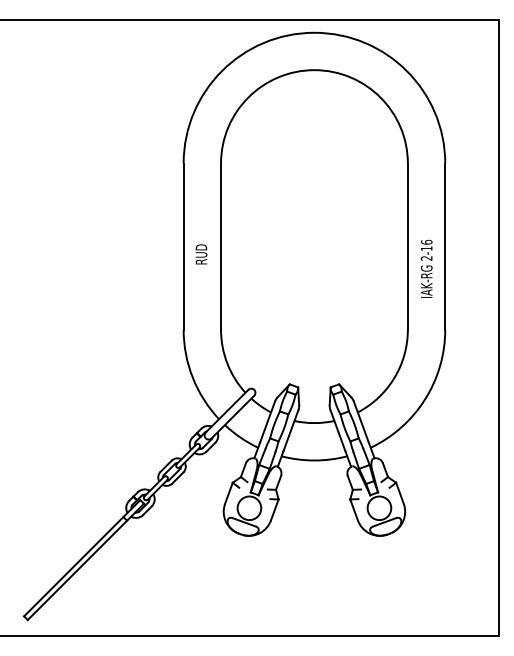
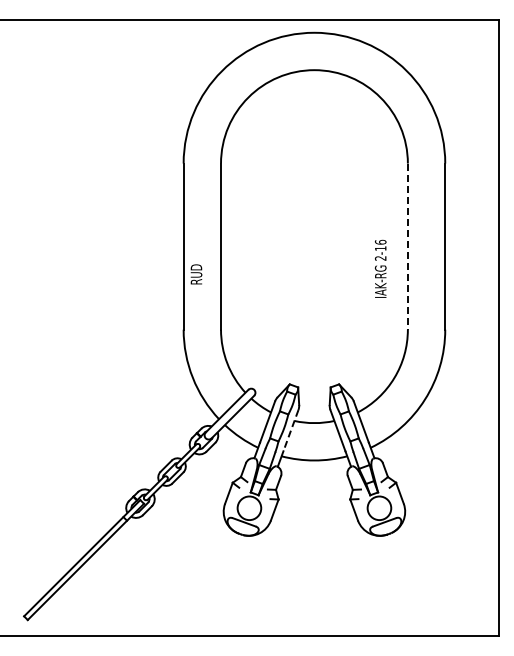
line at (407, 247): solid -> dashed
text at (201, 254) position: (201, 254) -> (196, 274)
text at (426, 268) position: (426, 268) -> (380, 268)
line at (290, 430): solid -> dashed
